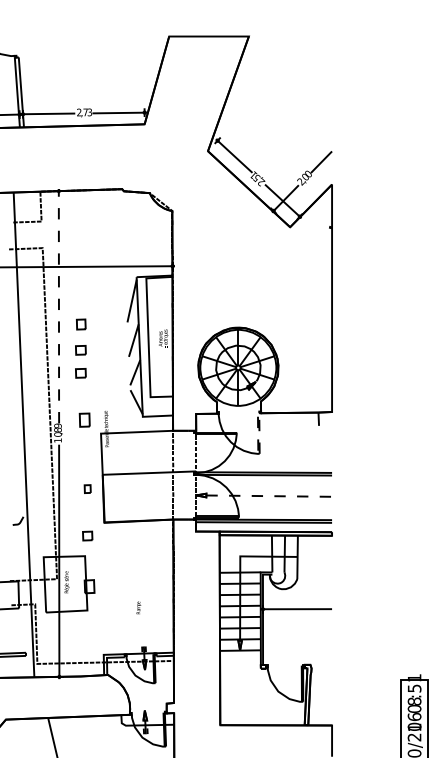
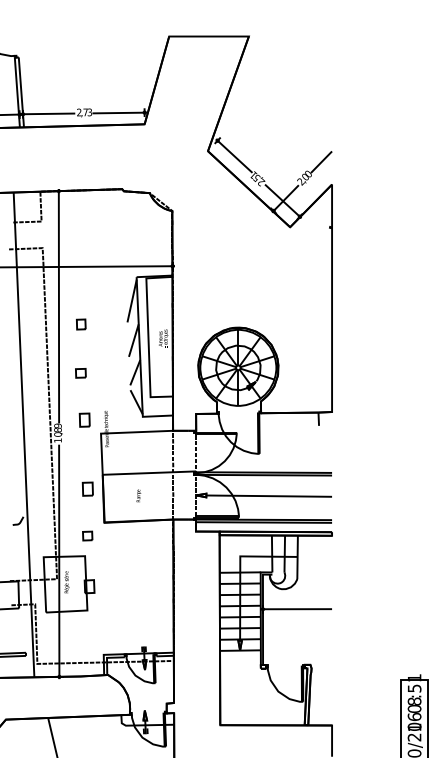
line at (58, 307): dashed -> solid
part at (80, 350): present -> none
line at (258, 413): dashed -> solid
part at (87, 488) size: 9x10 px -> 13x16 px
line at (269, 496): dashed -> solid
text at (138, 607) position: (138, 607) -> (138, 495)
